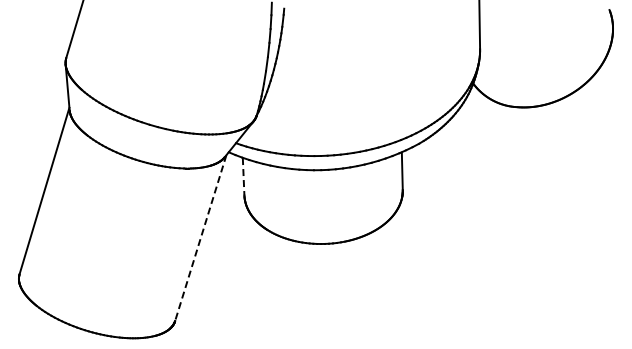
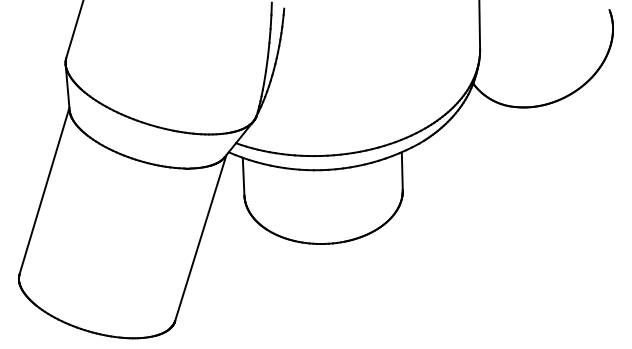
line at (243, 176): dashed -> solid
line at (200, 238): dashed -> solid
